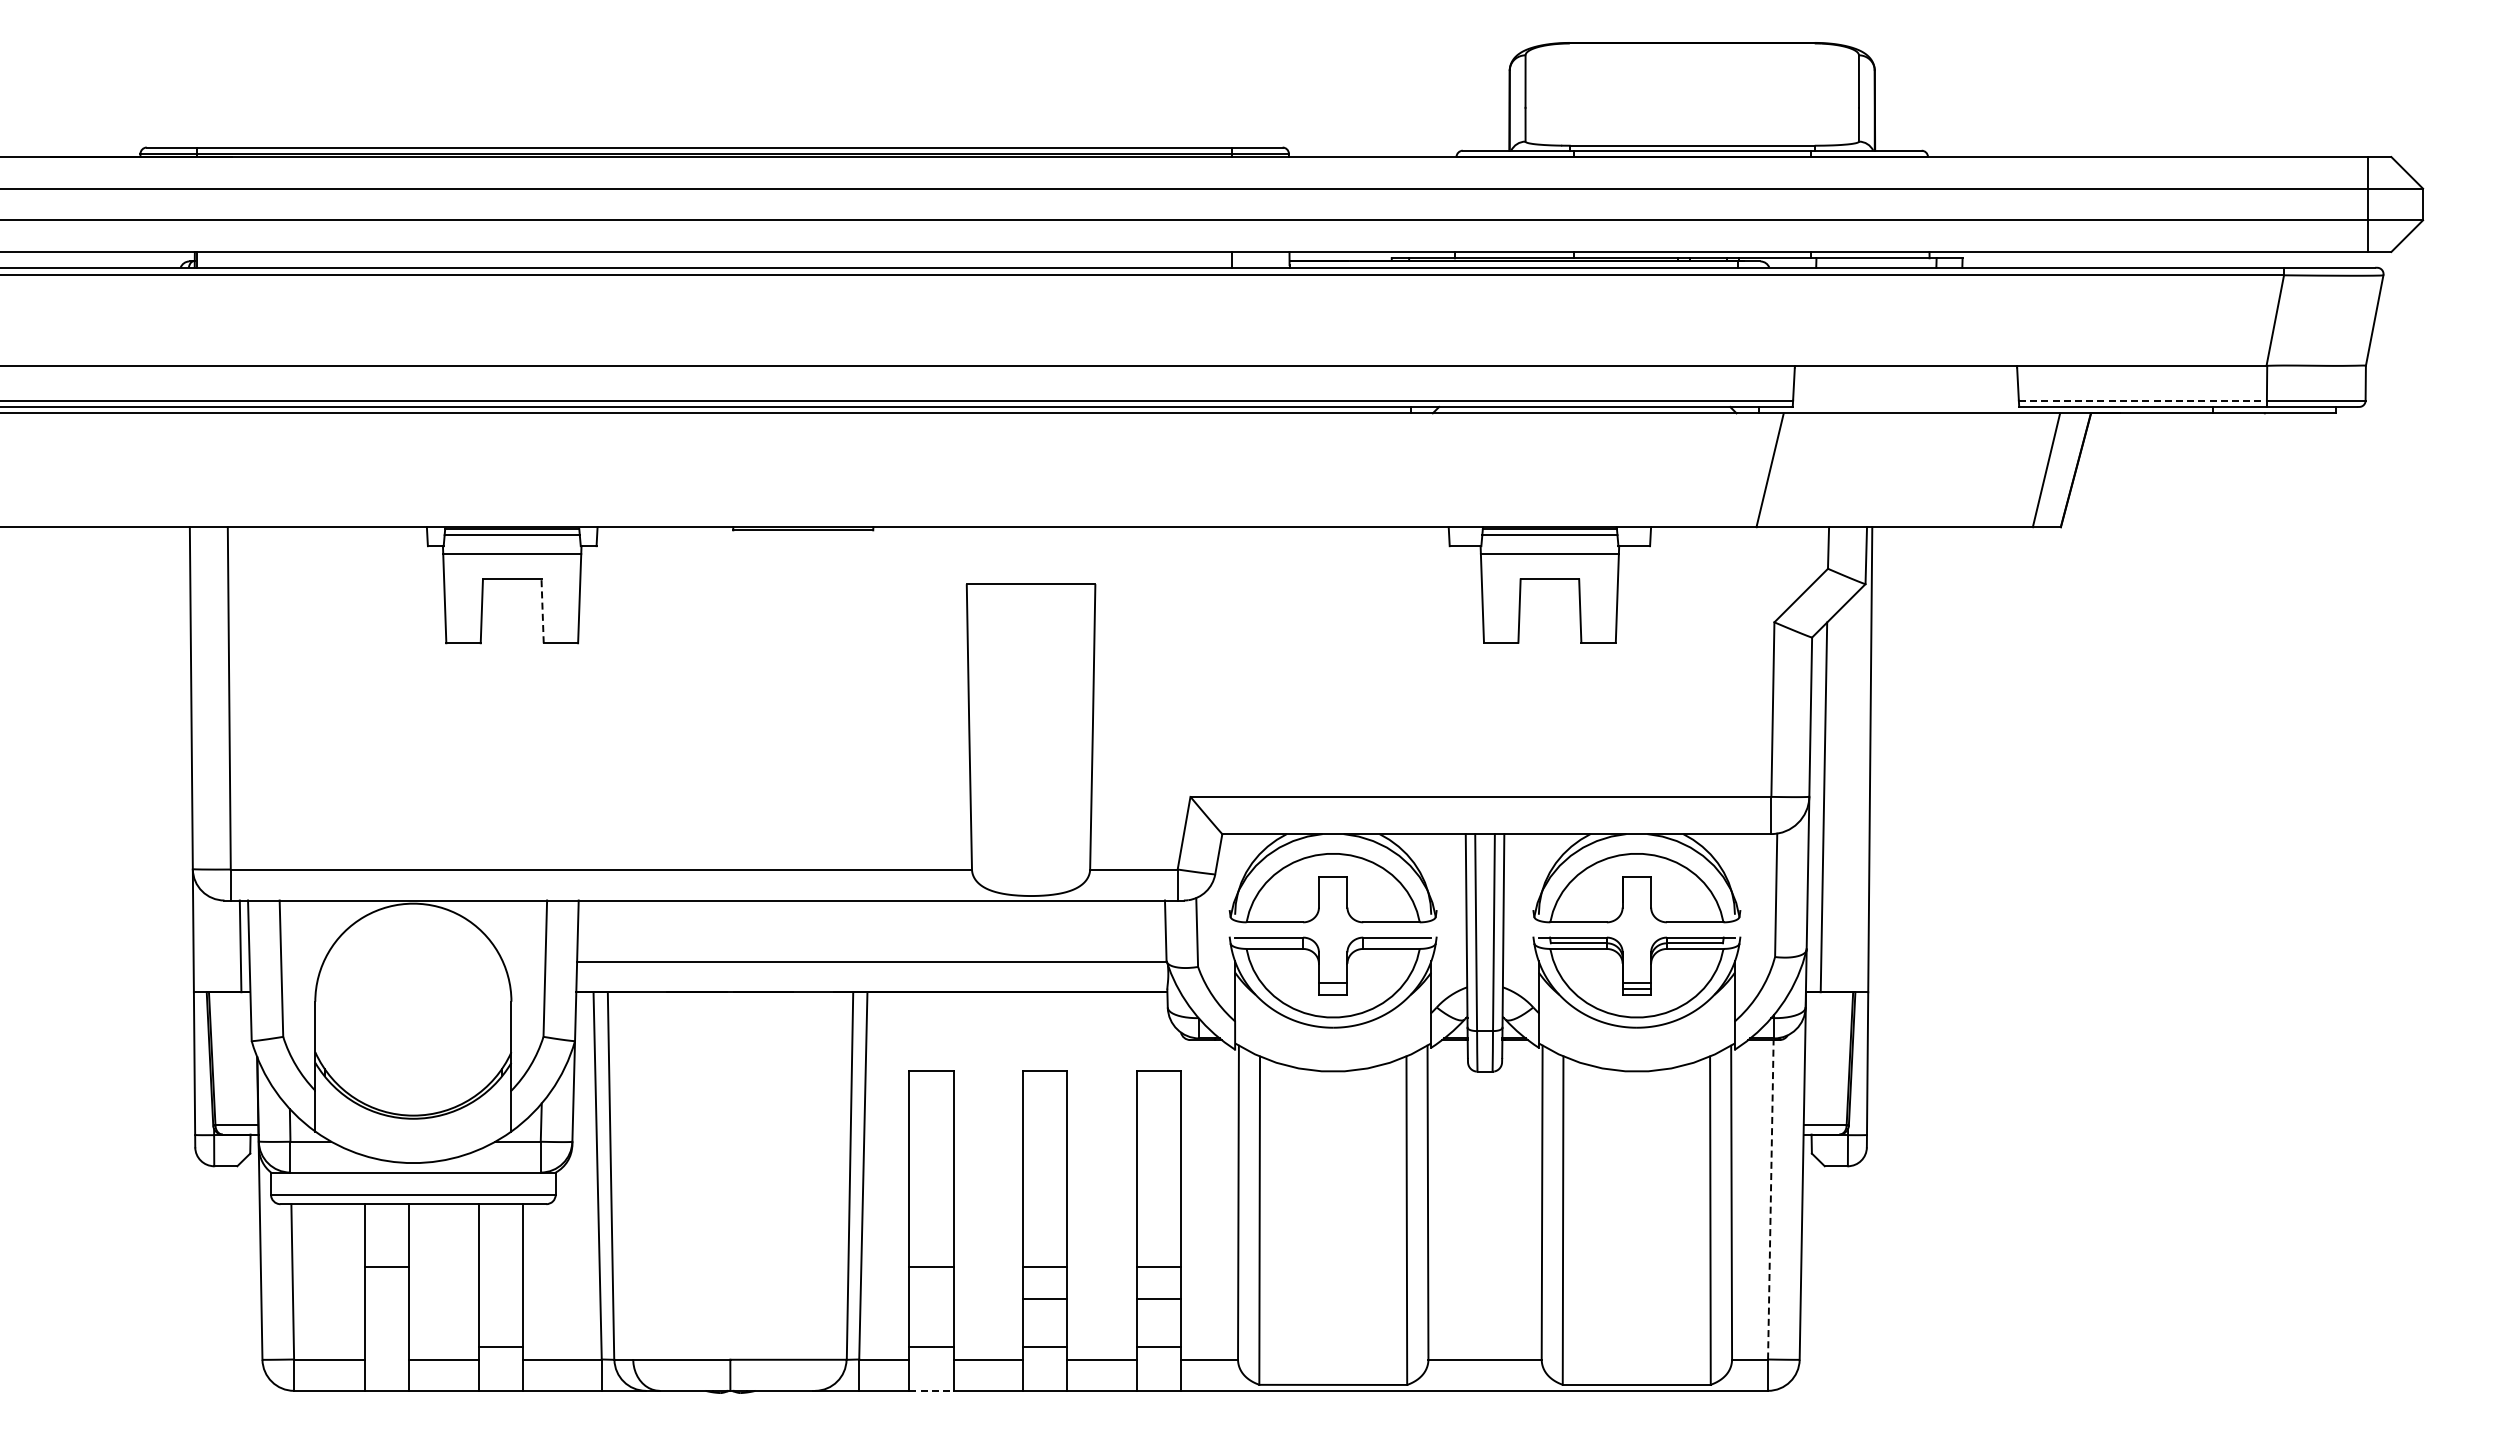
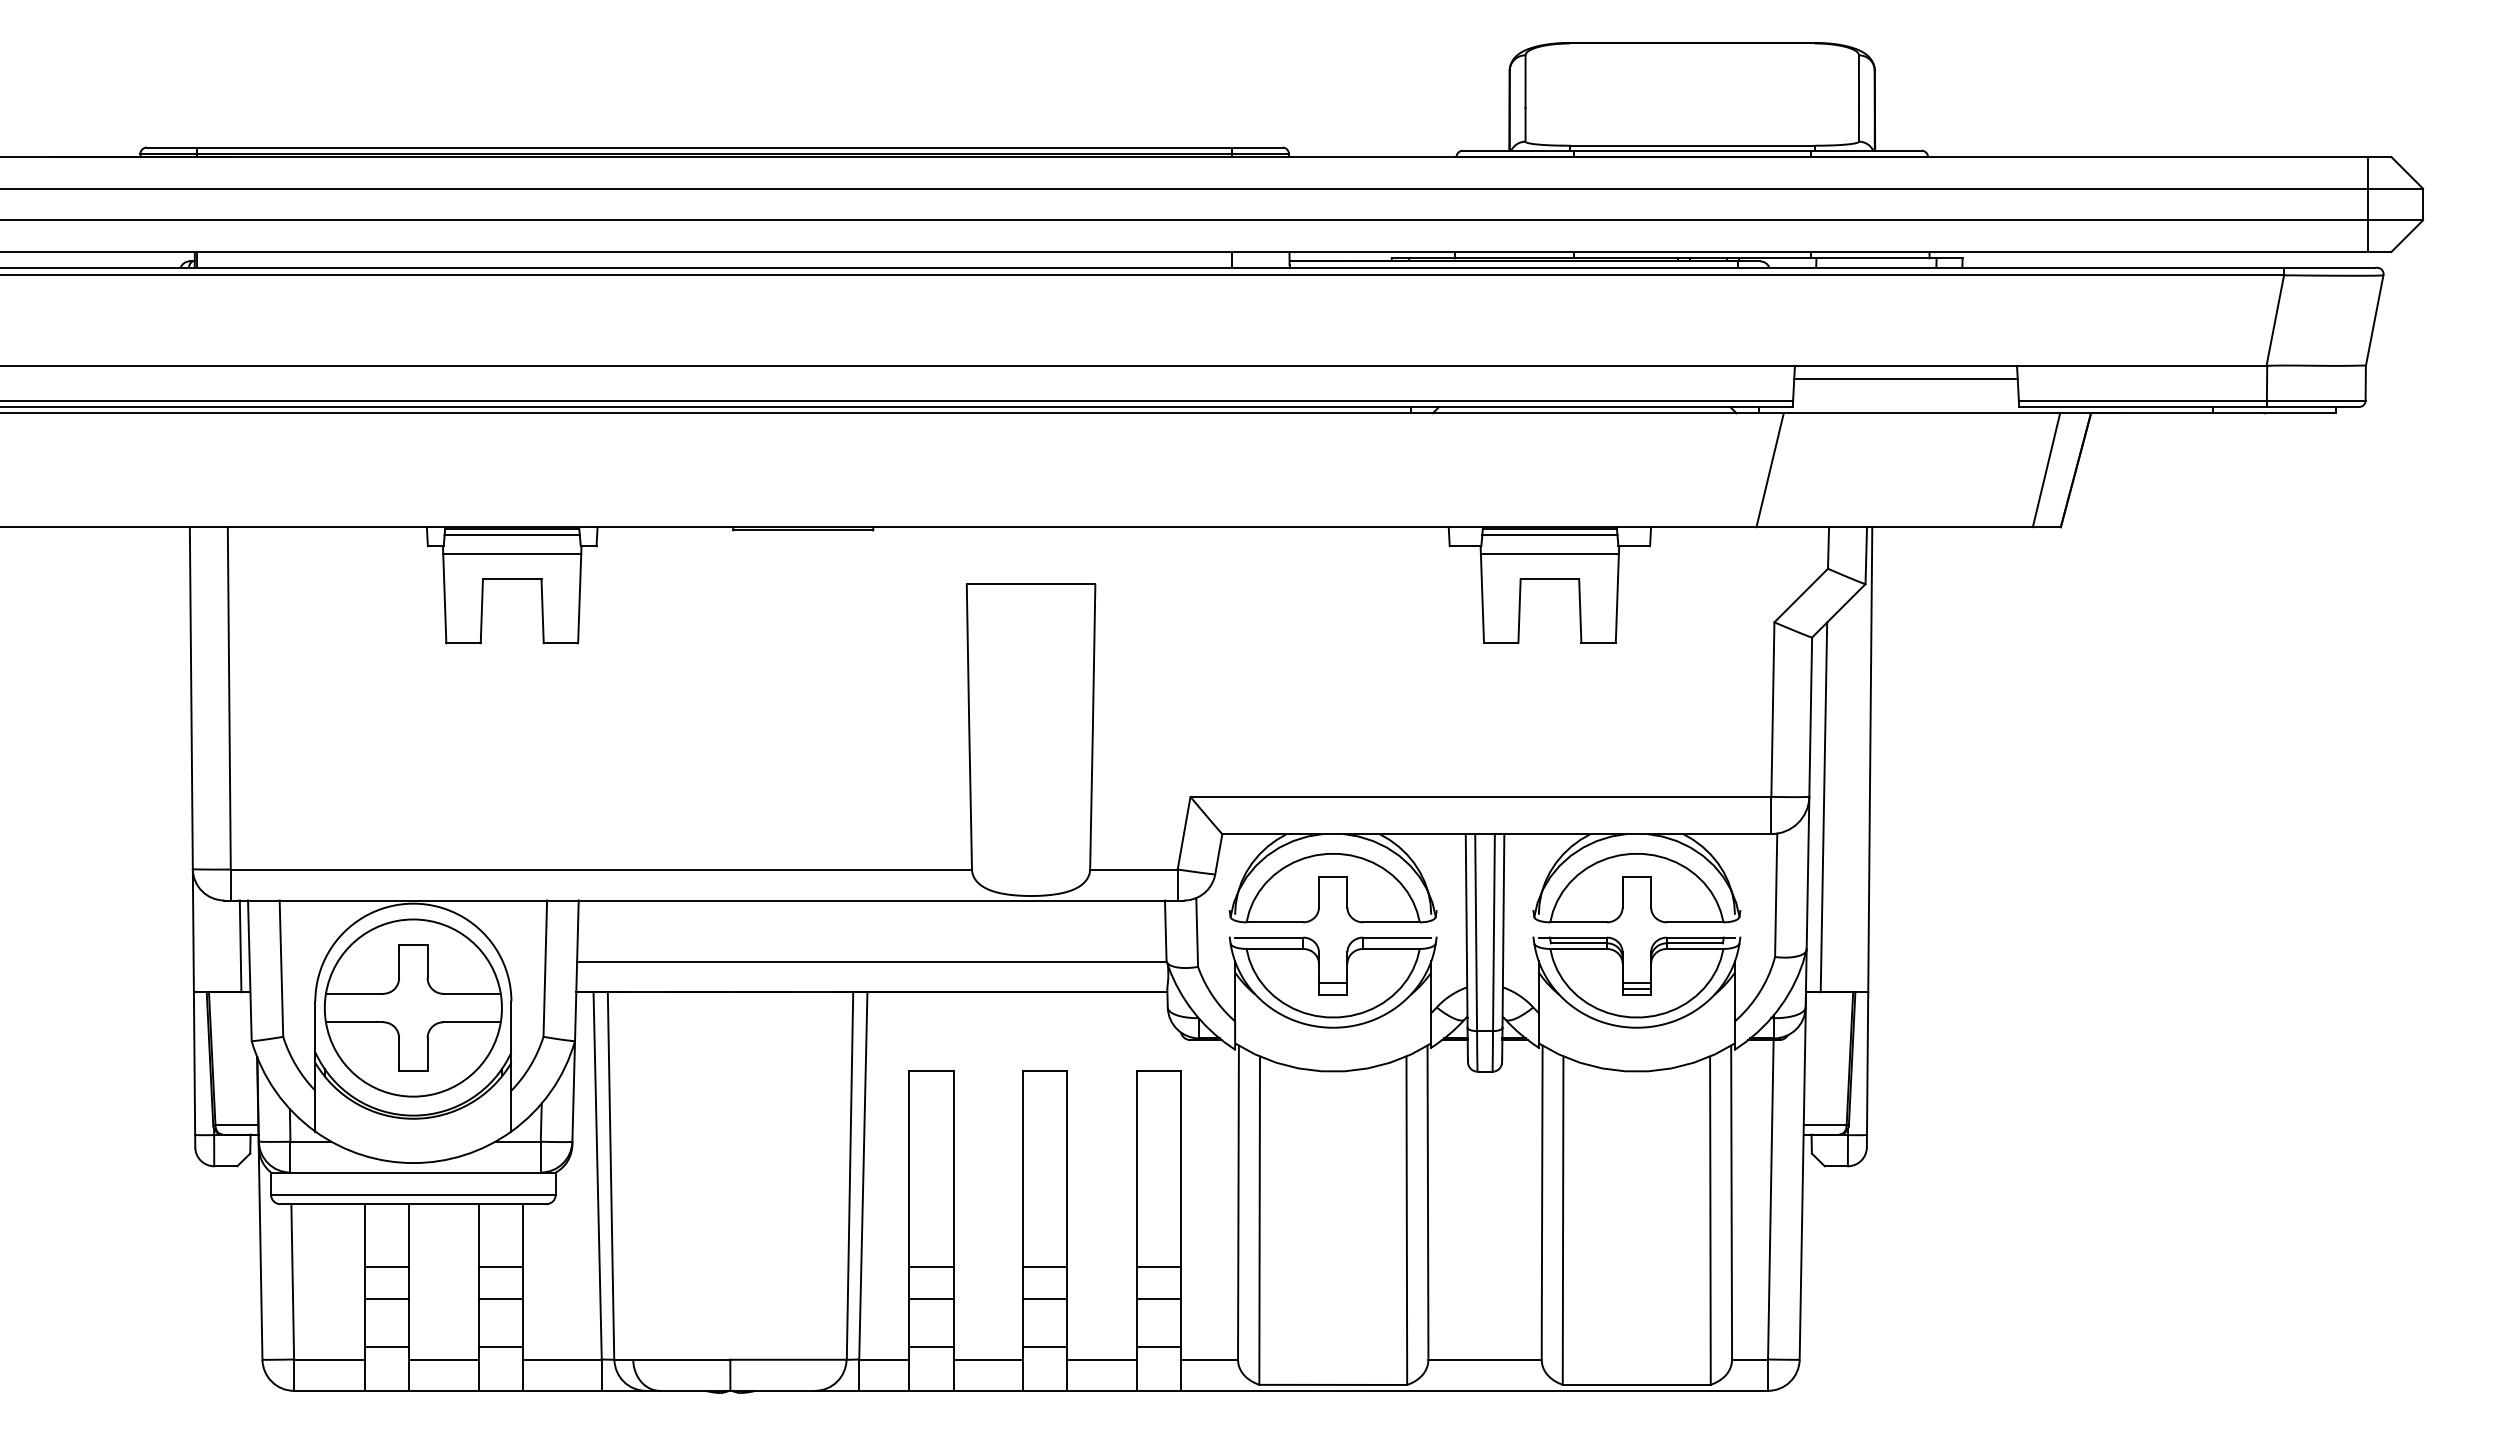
line at (1905, 378): none -> present
line at (2143, 400): dashed -> solid
line at (542, 611): dashed -> solid
part at (413, 1007): none -> present
line at (1770, 1199): dashed -> solid
line at (501, 1267): none -> present
line at (387, 1299): none -> present
line at (501, 1299): none -> present
line at (931, 1299): none -> present
line at (387, 1346): none -> present
line at (931, 1390): dashed -> solid
